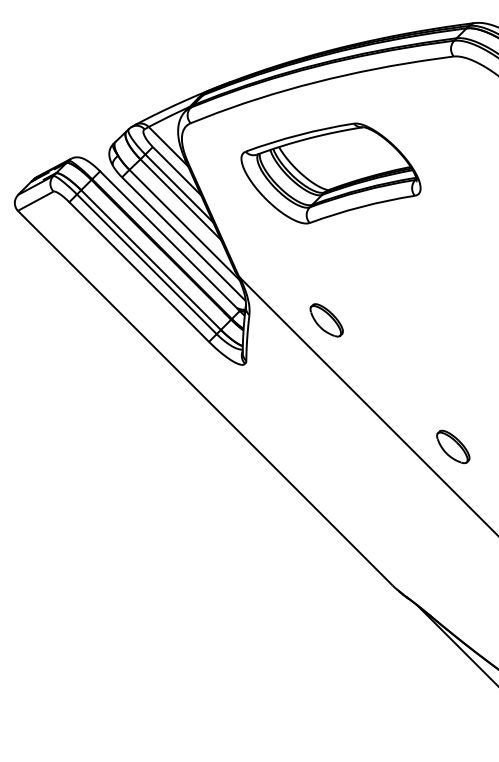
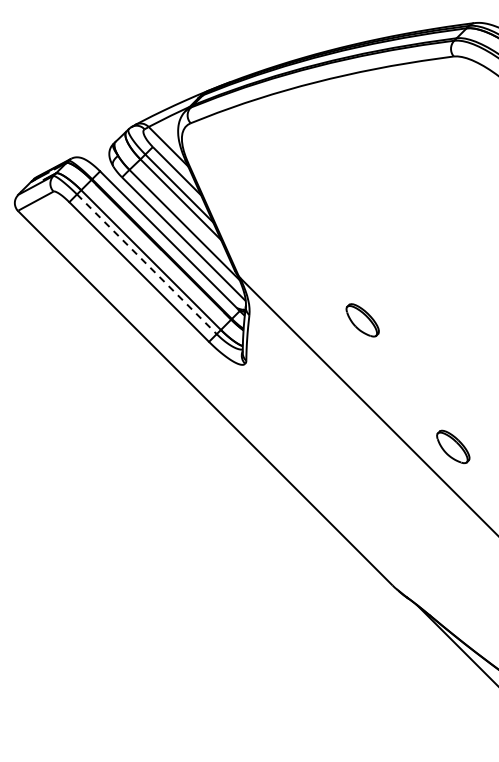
part at (330, 173): present -> none
line at (146, 264): solid -> dashed
part at (326, 320) position: (326, 320) -> (362, 320)
